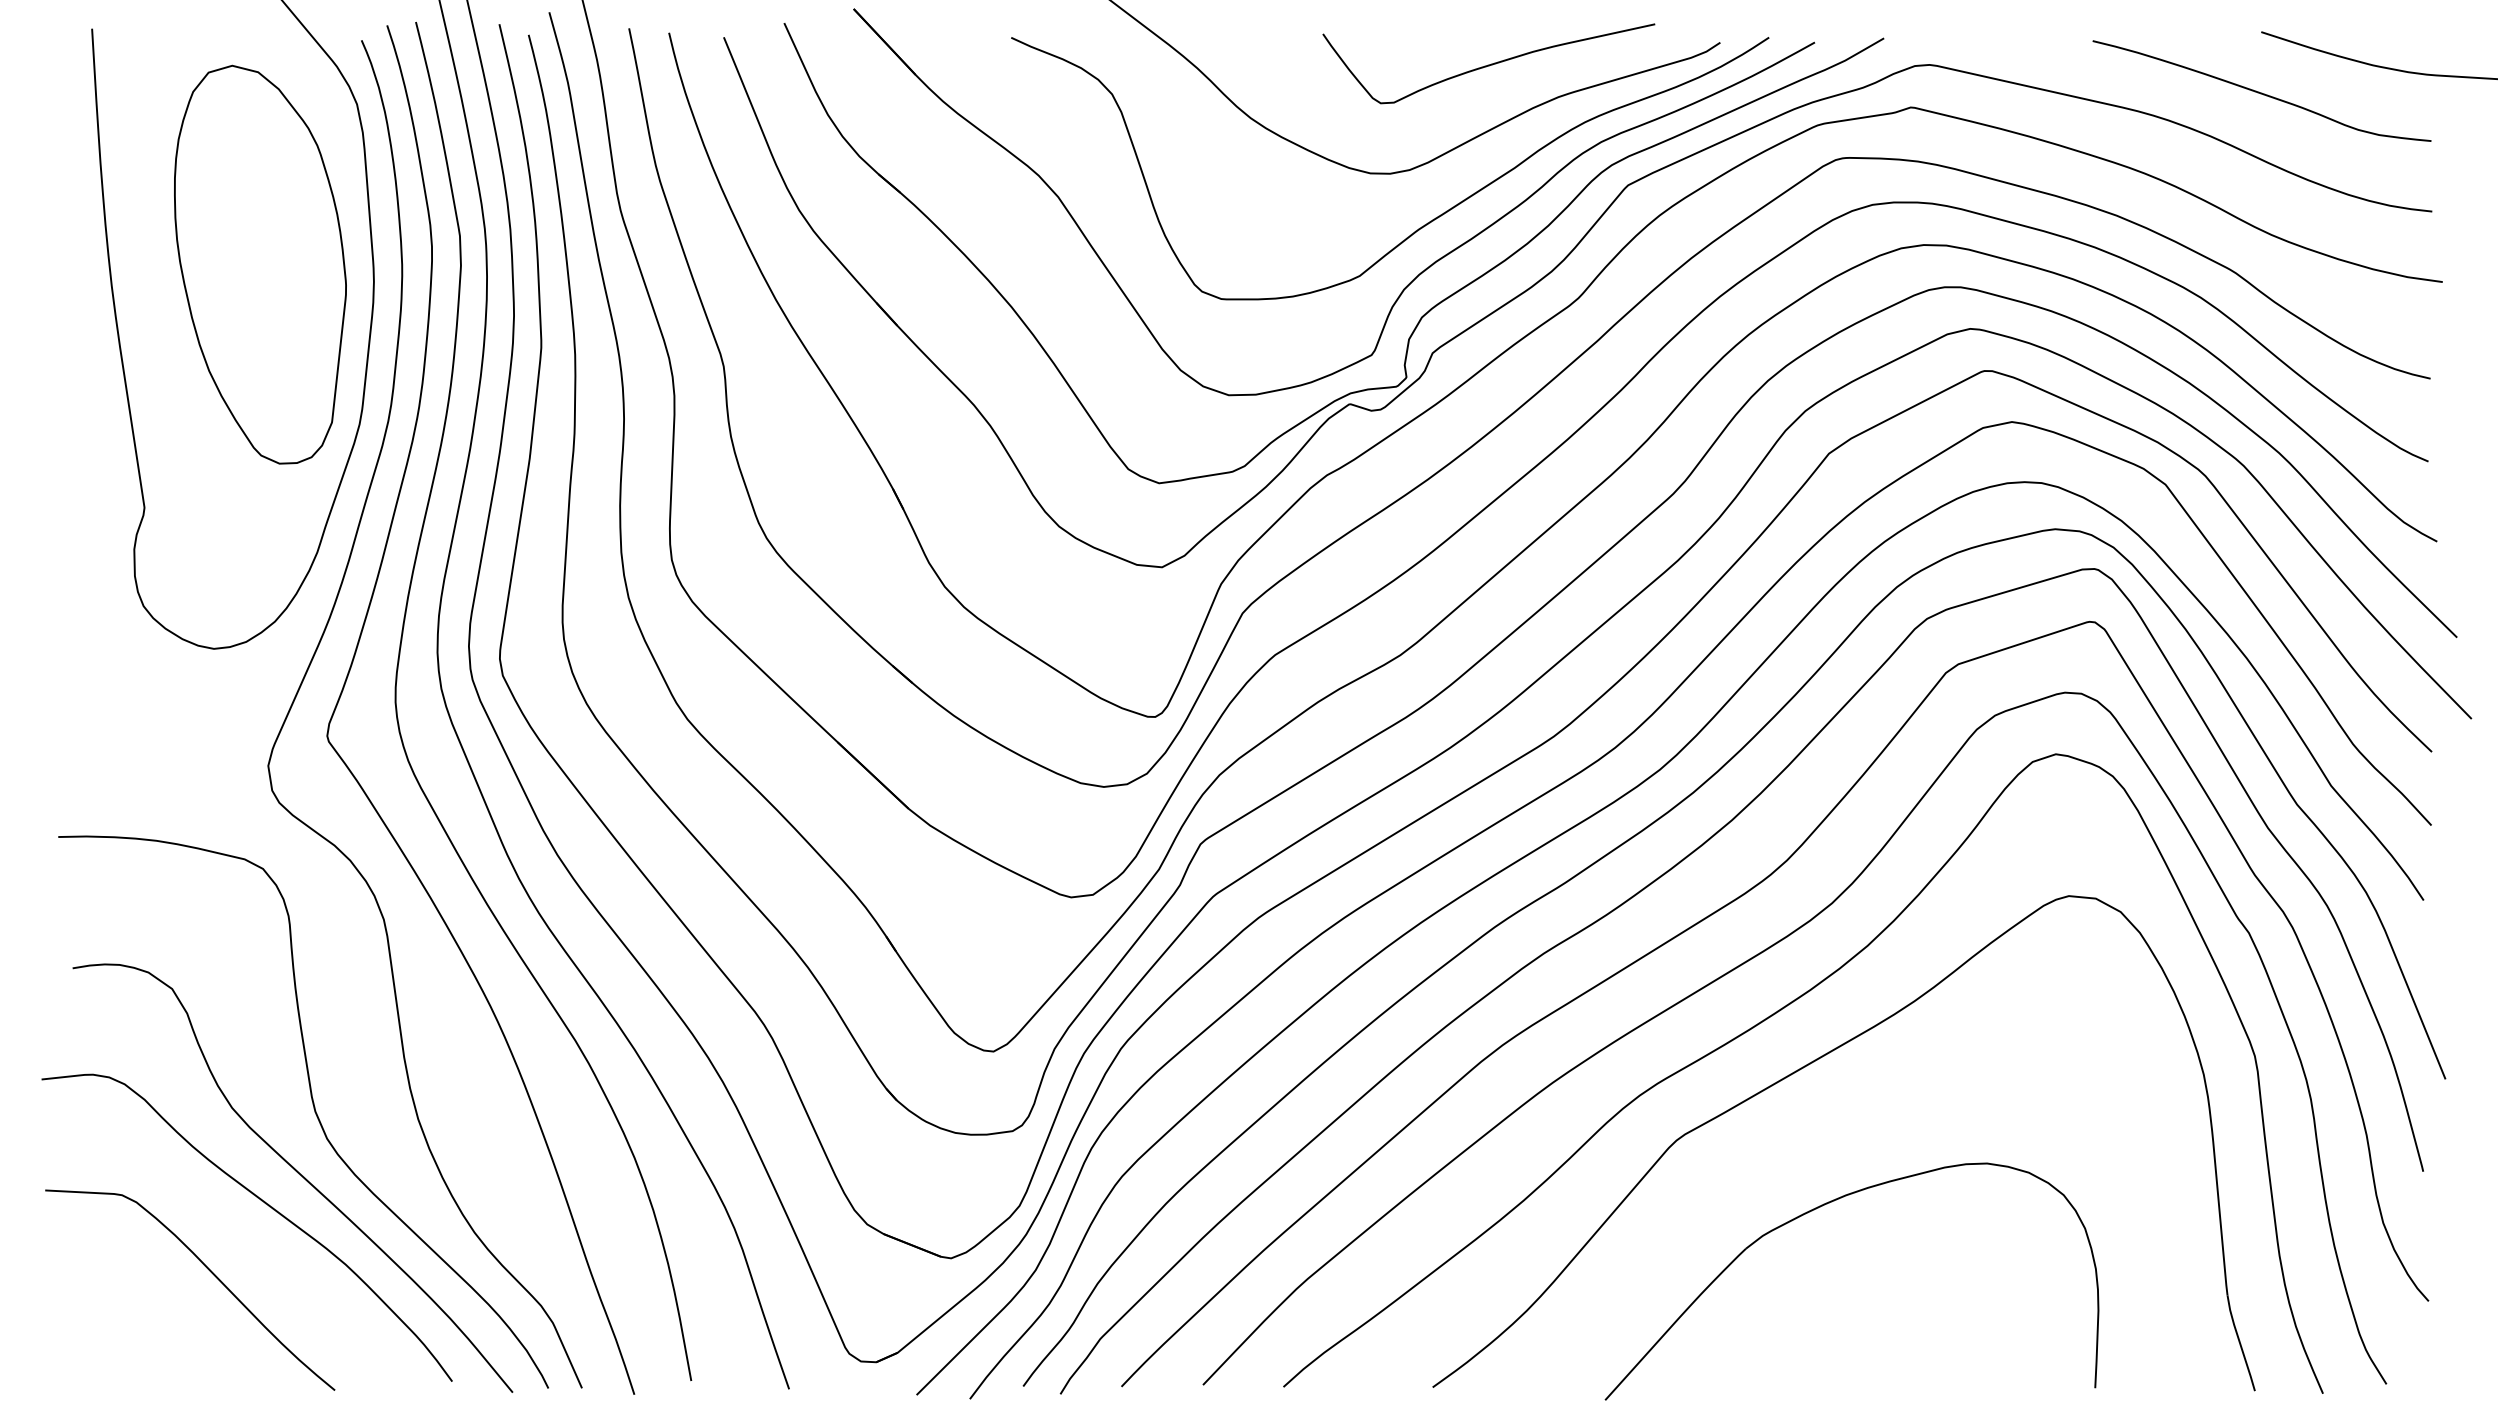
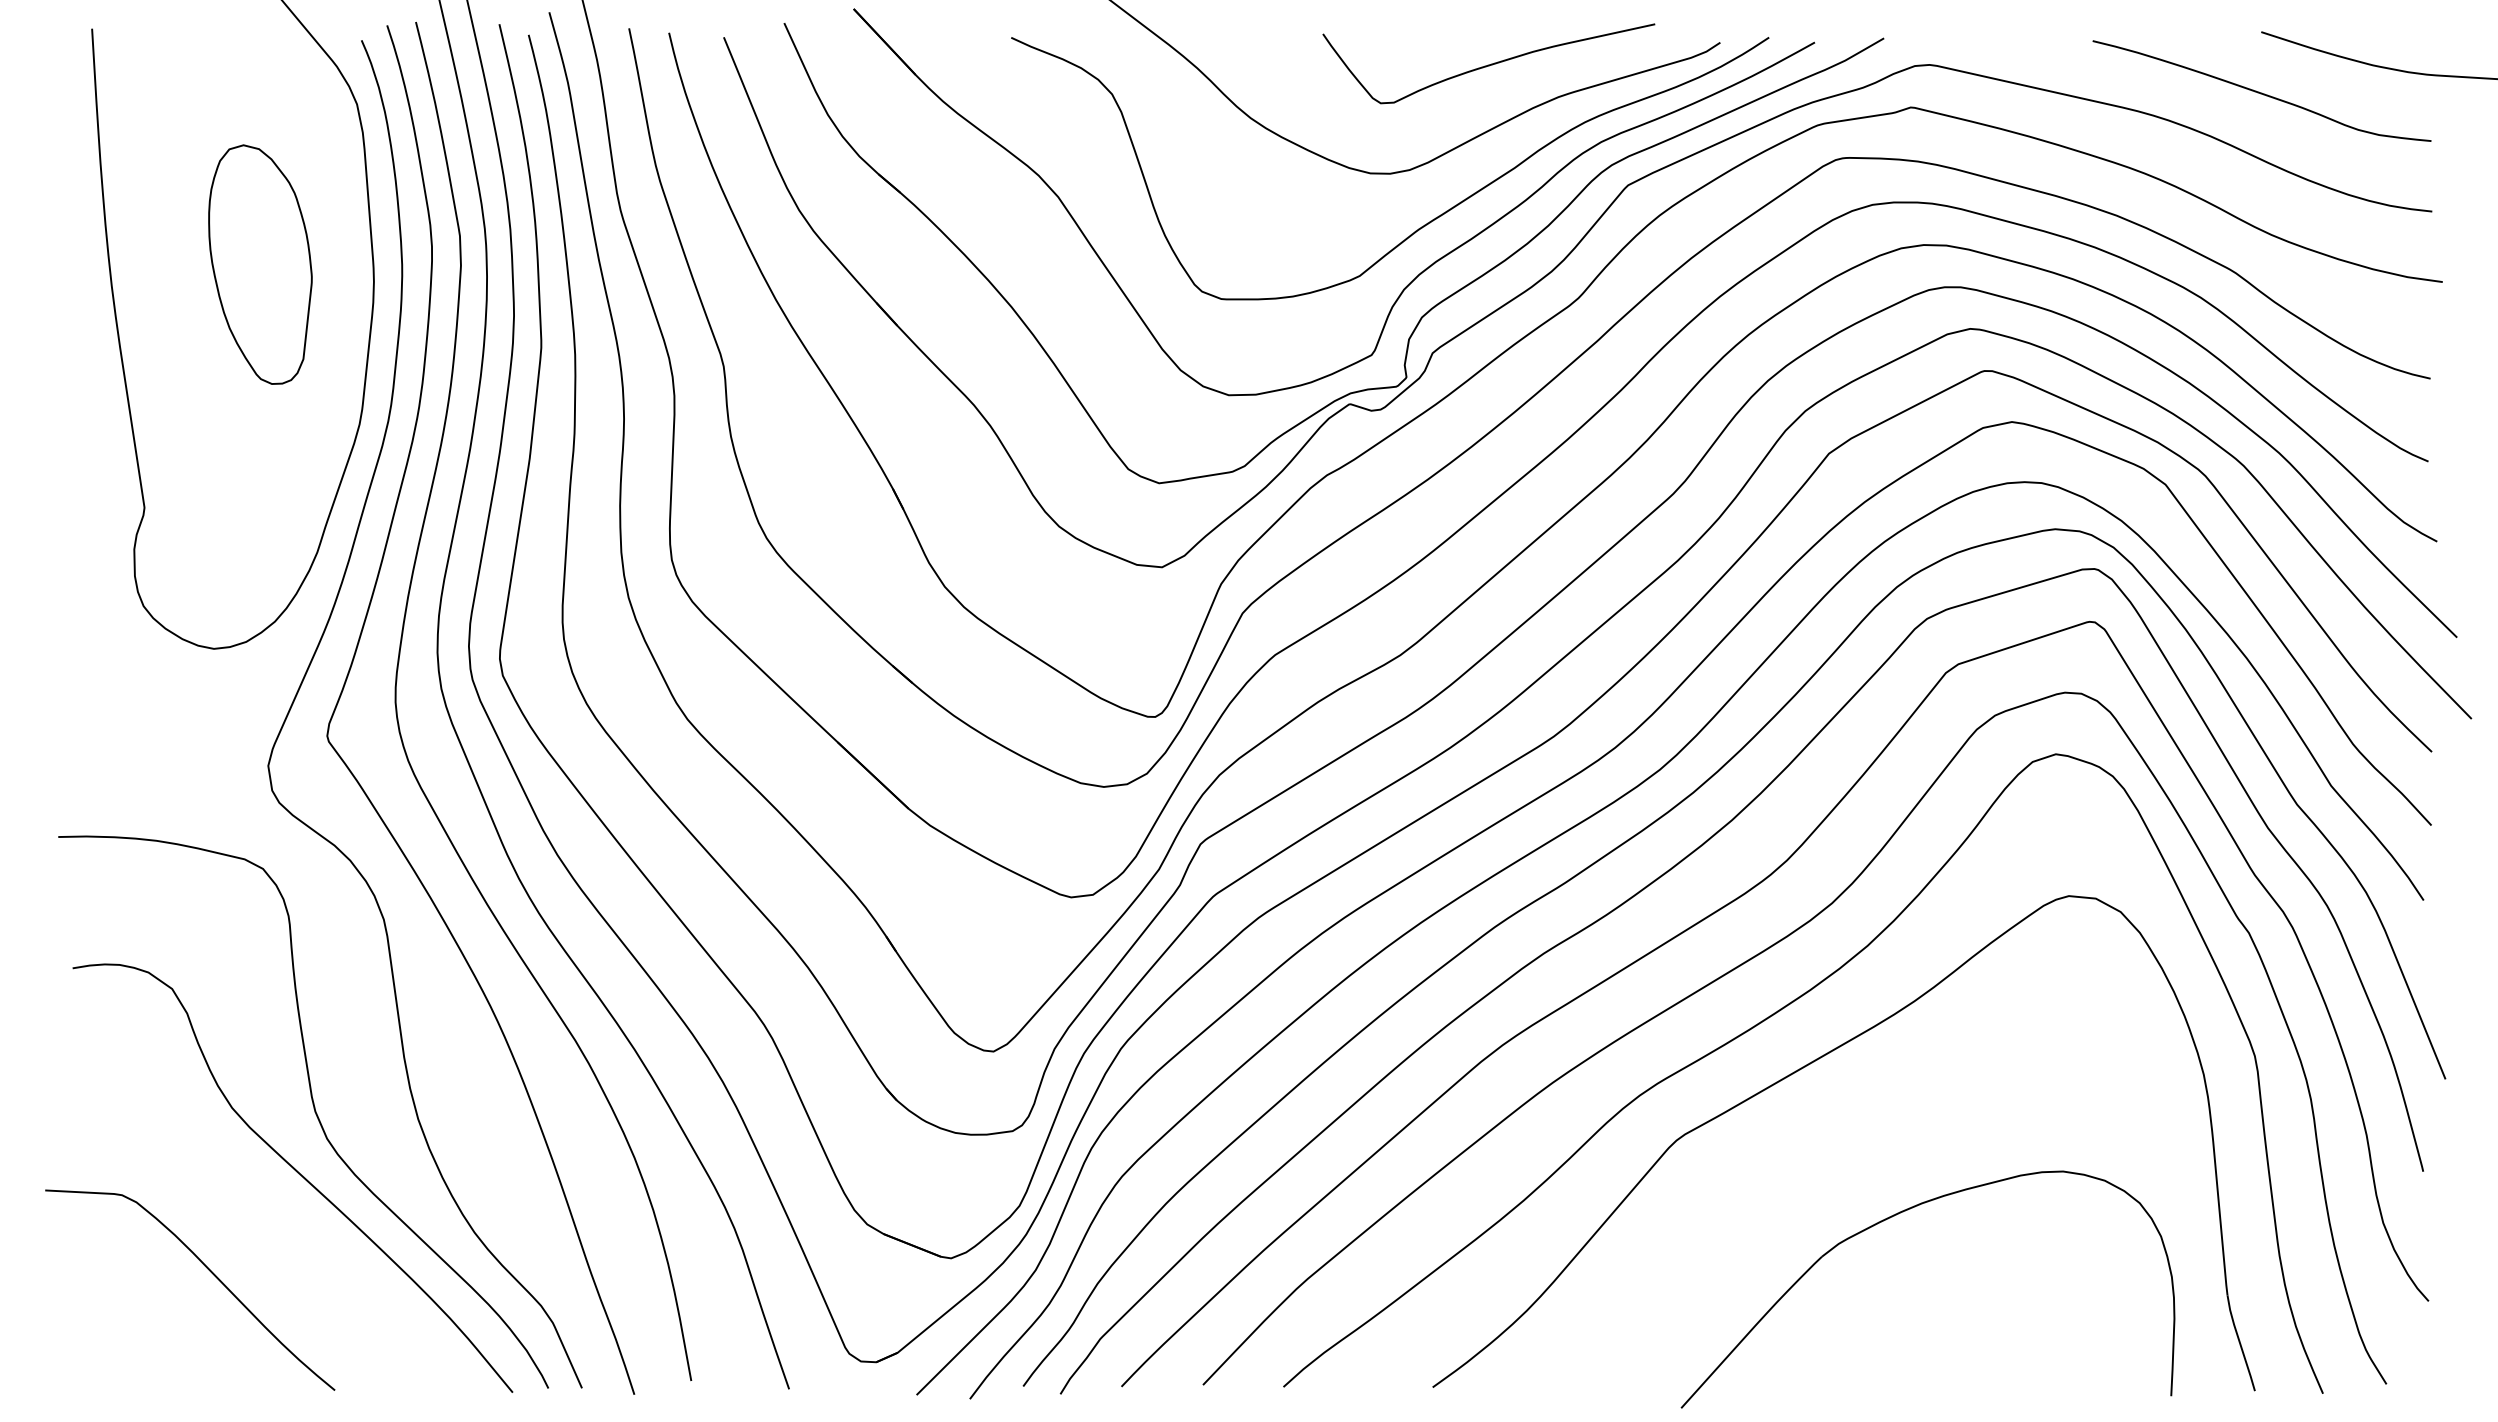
part at (260, 264) size: 173x401 px -> 105x241 px
curve at (265, 1204): present -> none
part at (1816, 1209) position: (1816, 1209) -> (1892, 1217)
